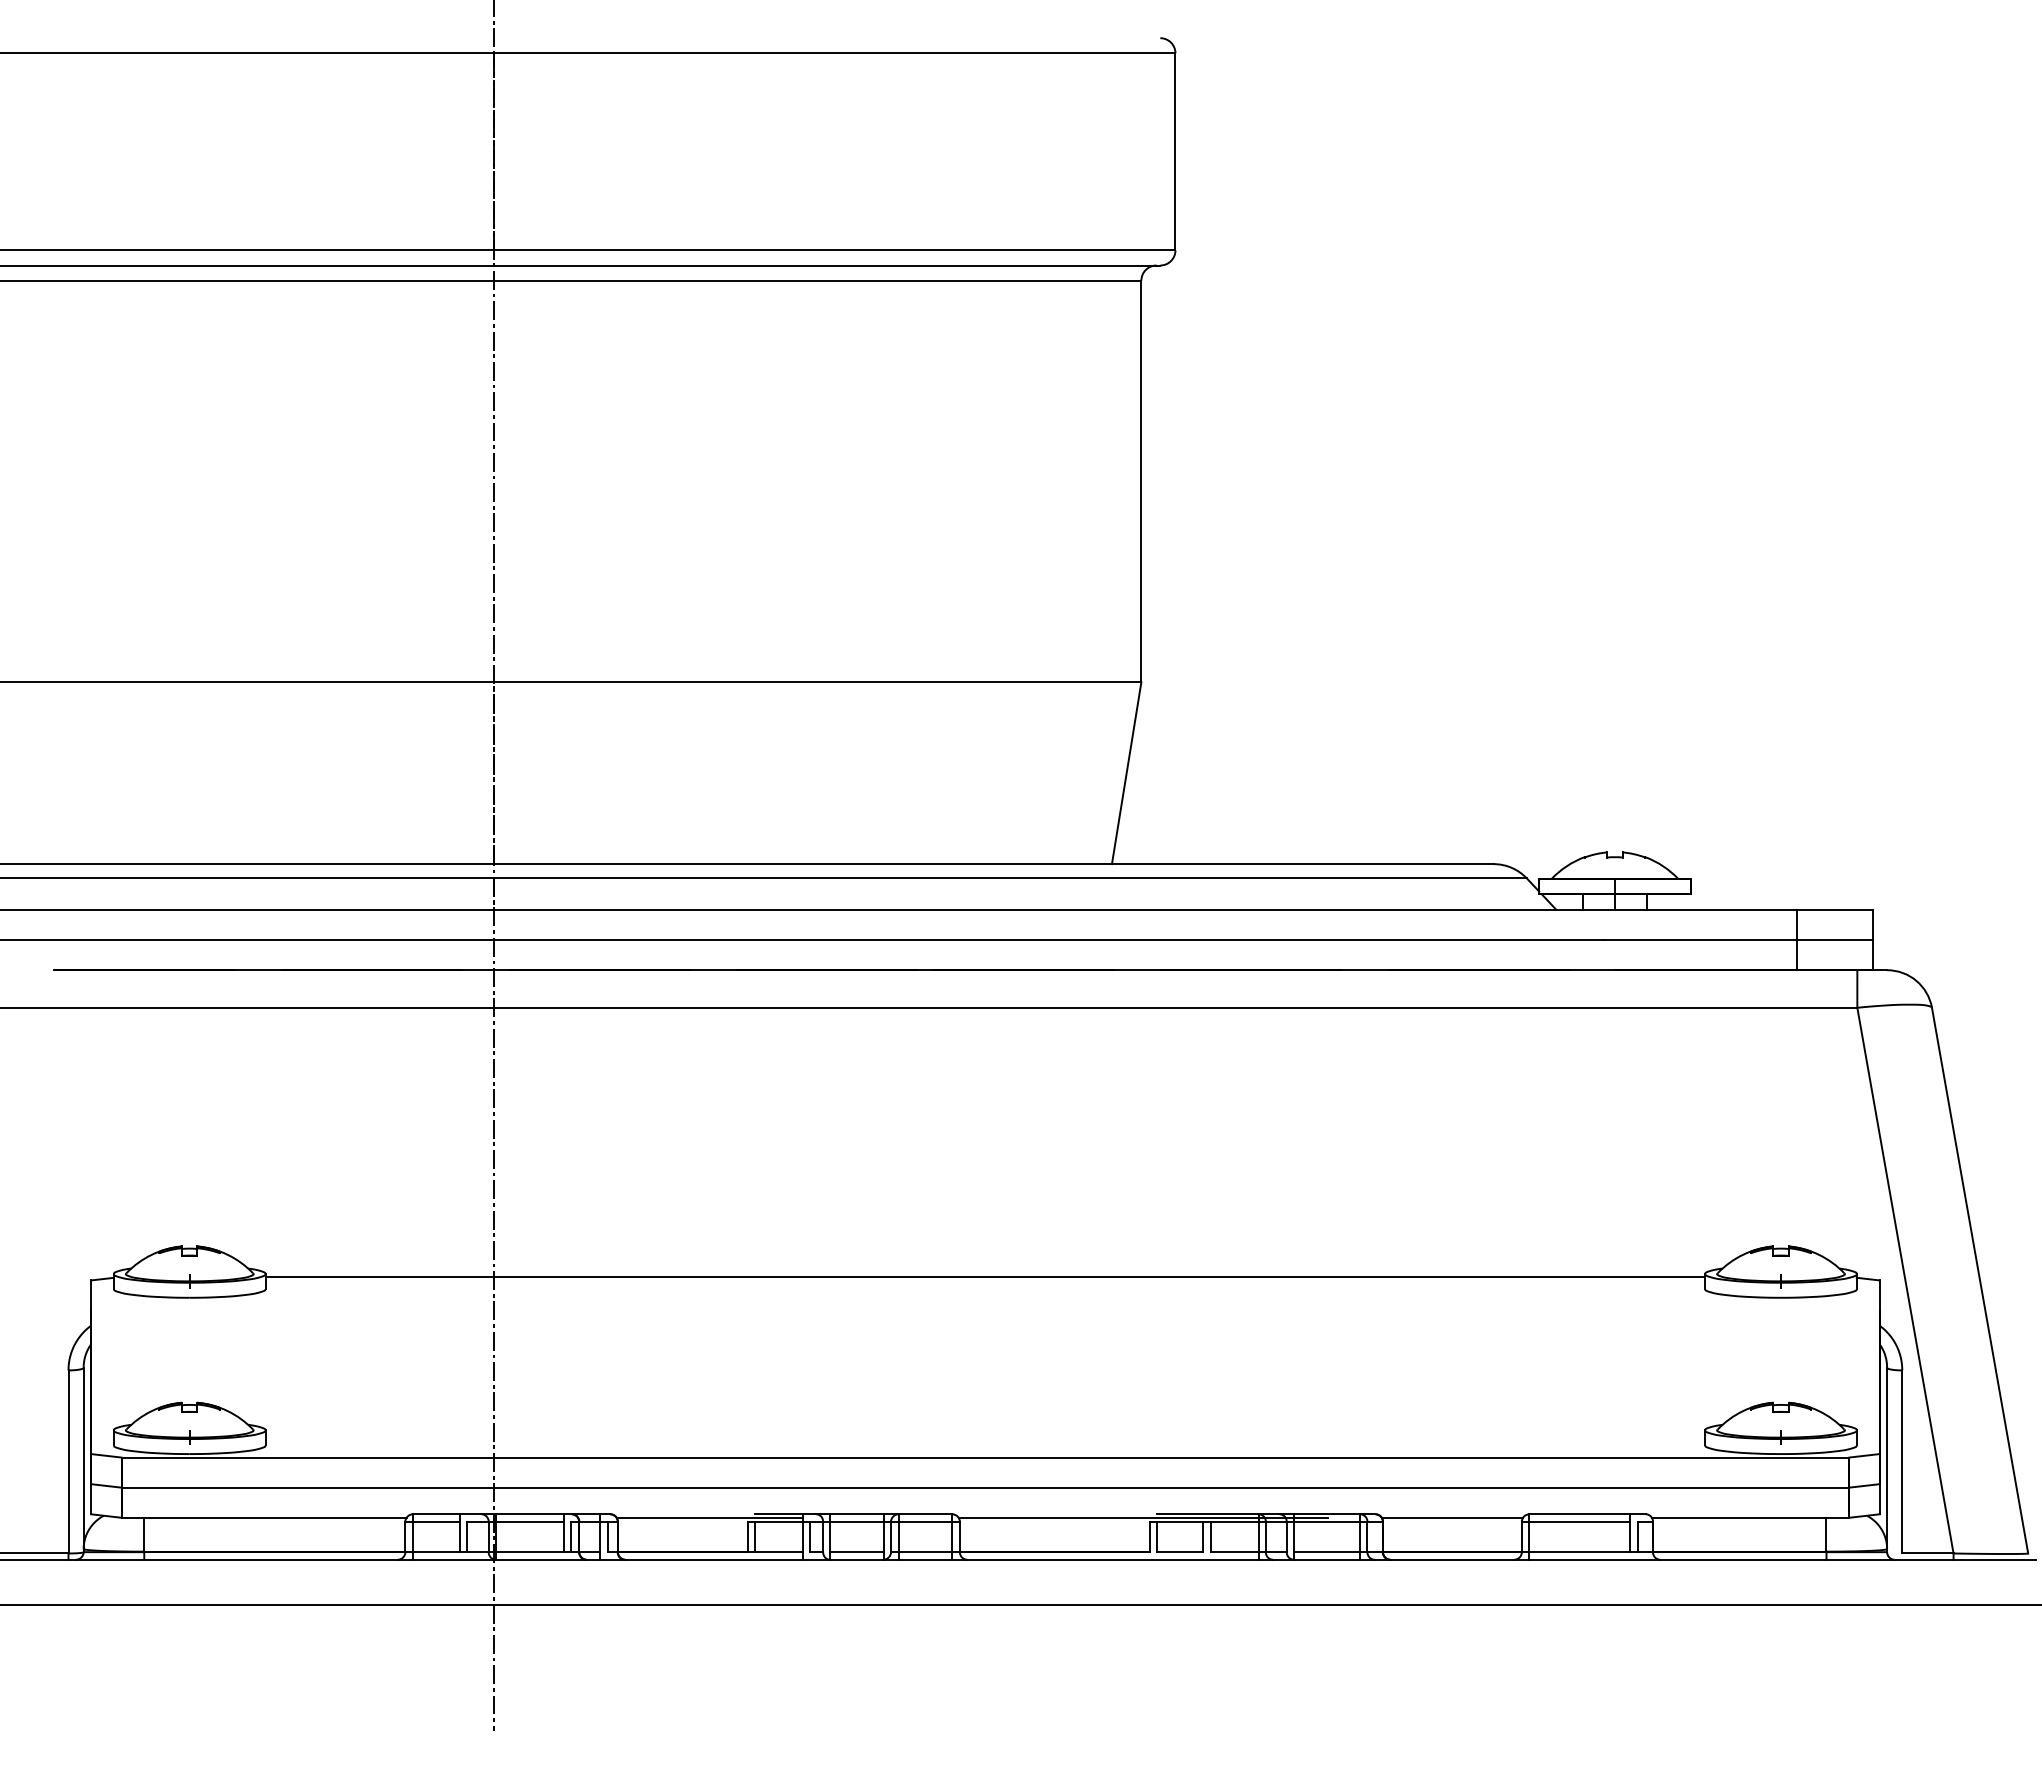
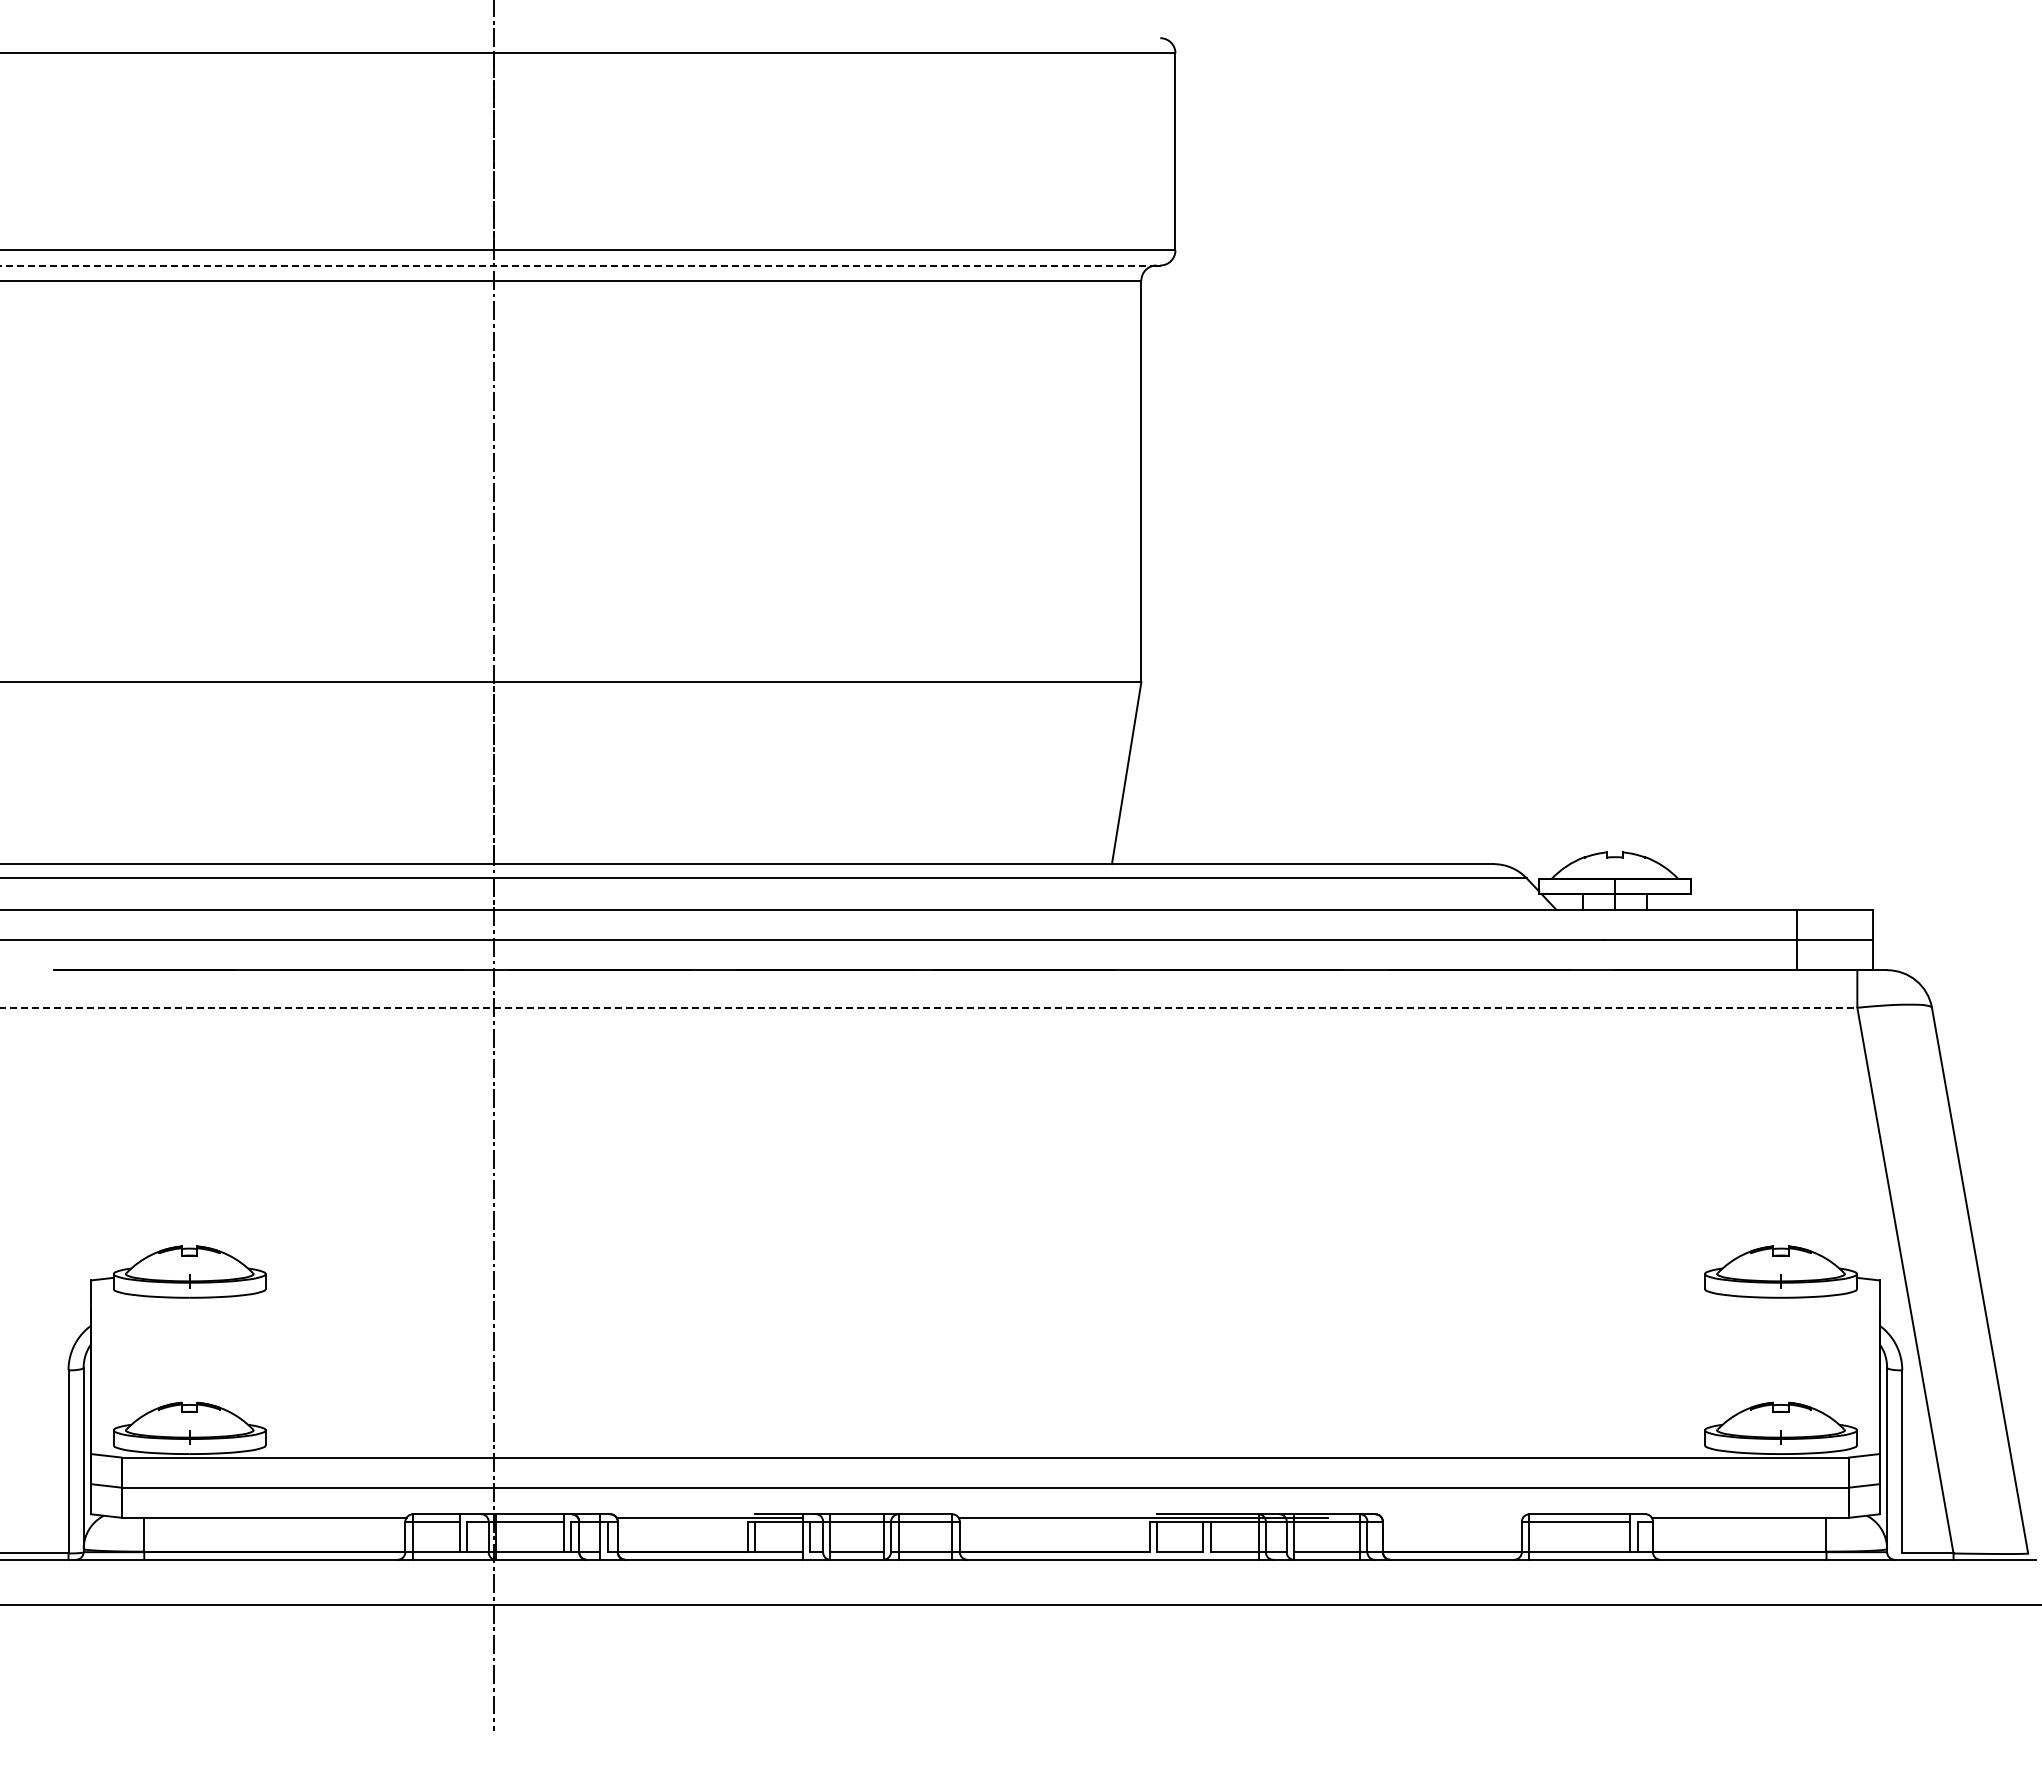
line at (578, 265): solid -> dashed
line at (929, 1007): solid -> dashed
line at (985, 1276): present -> none
line at (1452, 1517): present -> none
